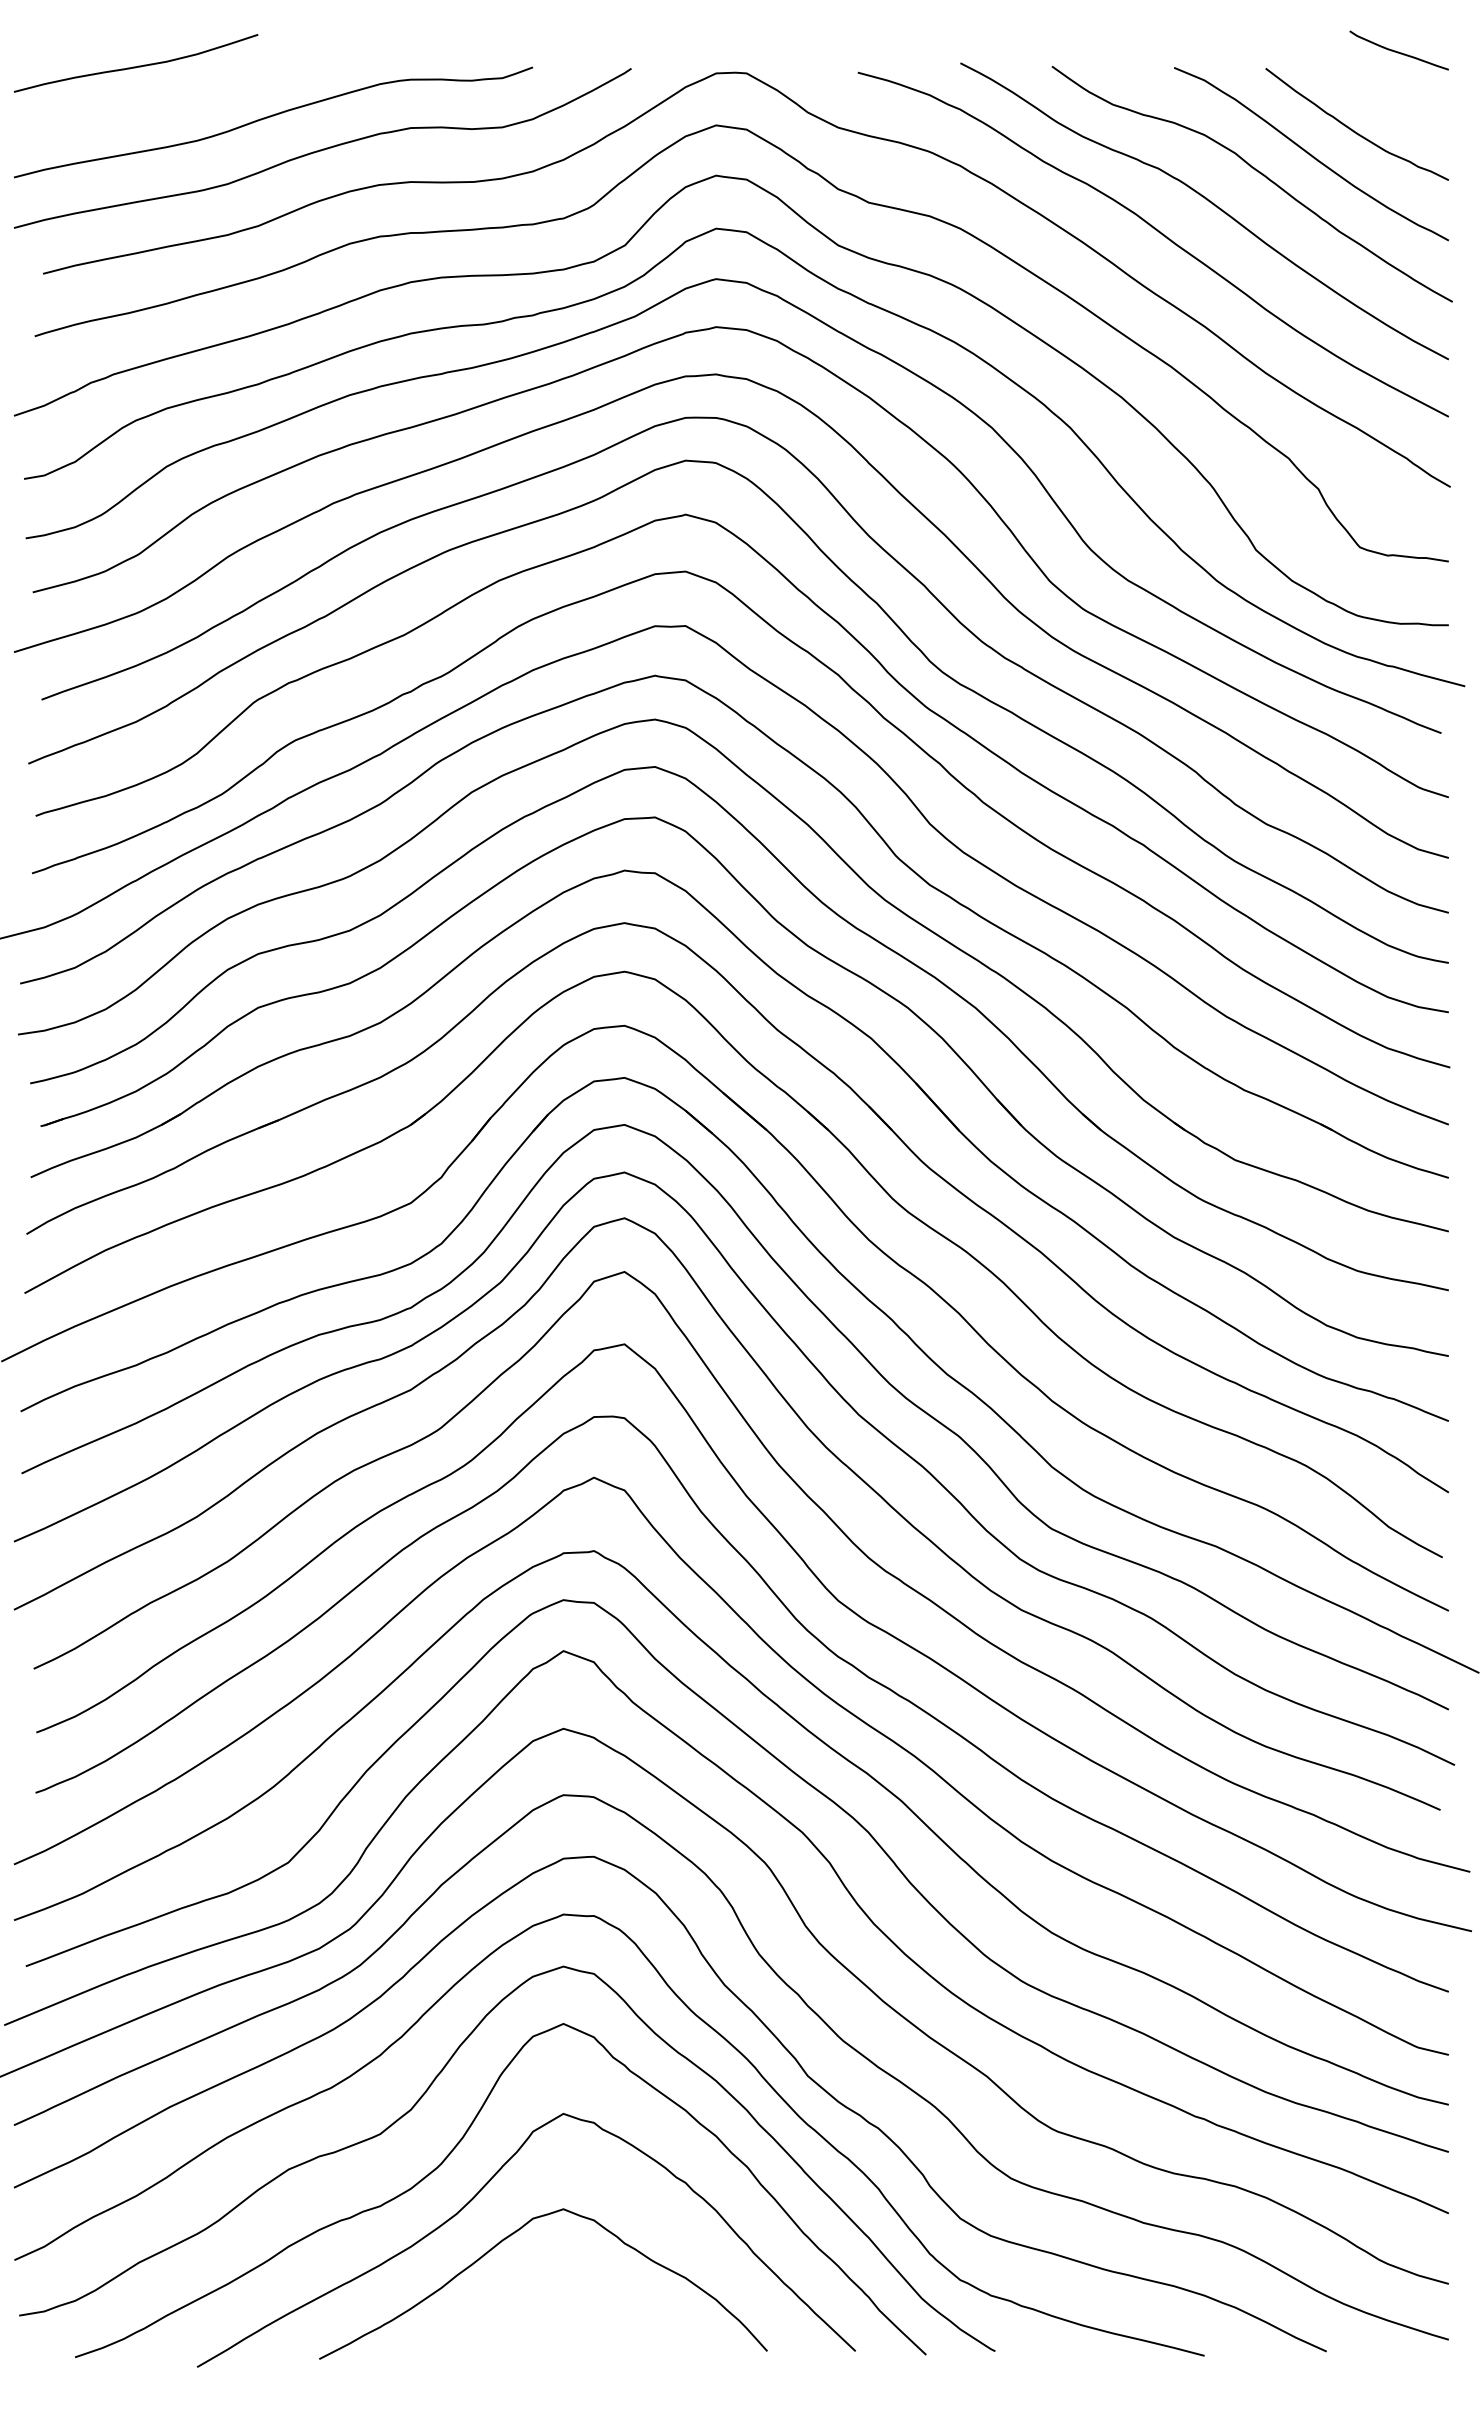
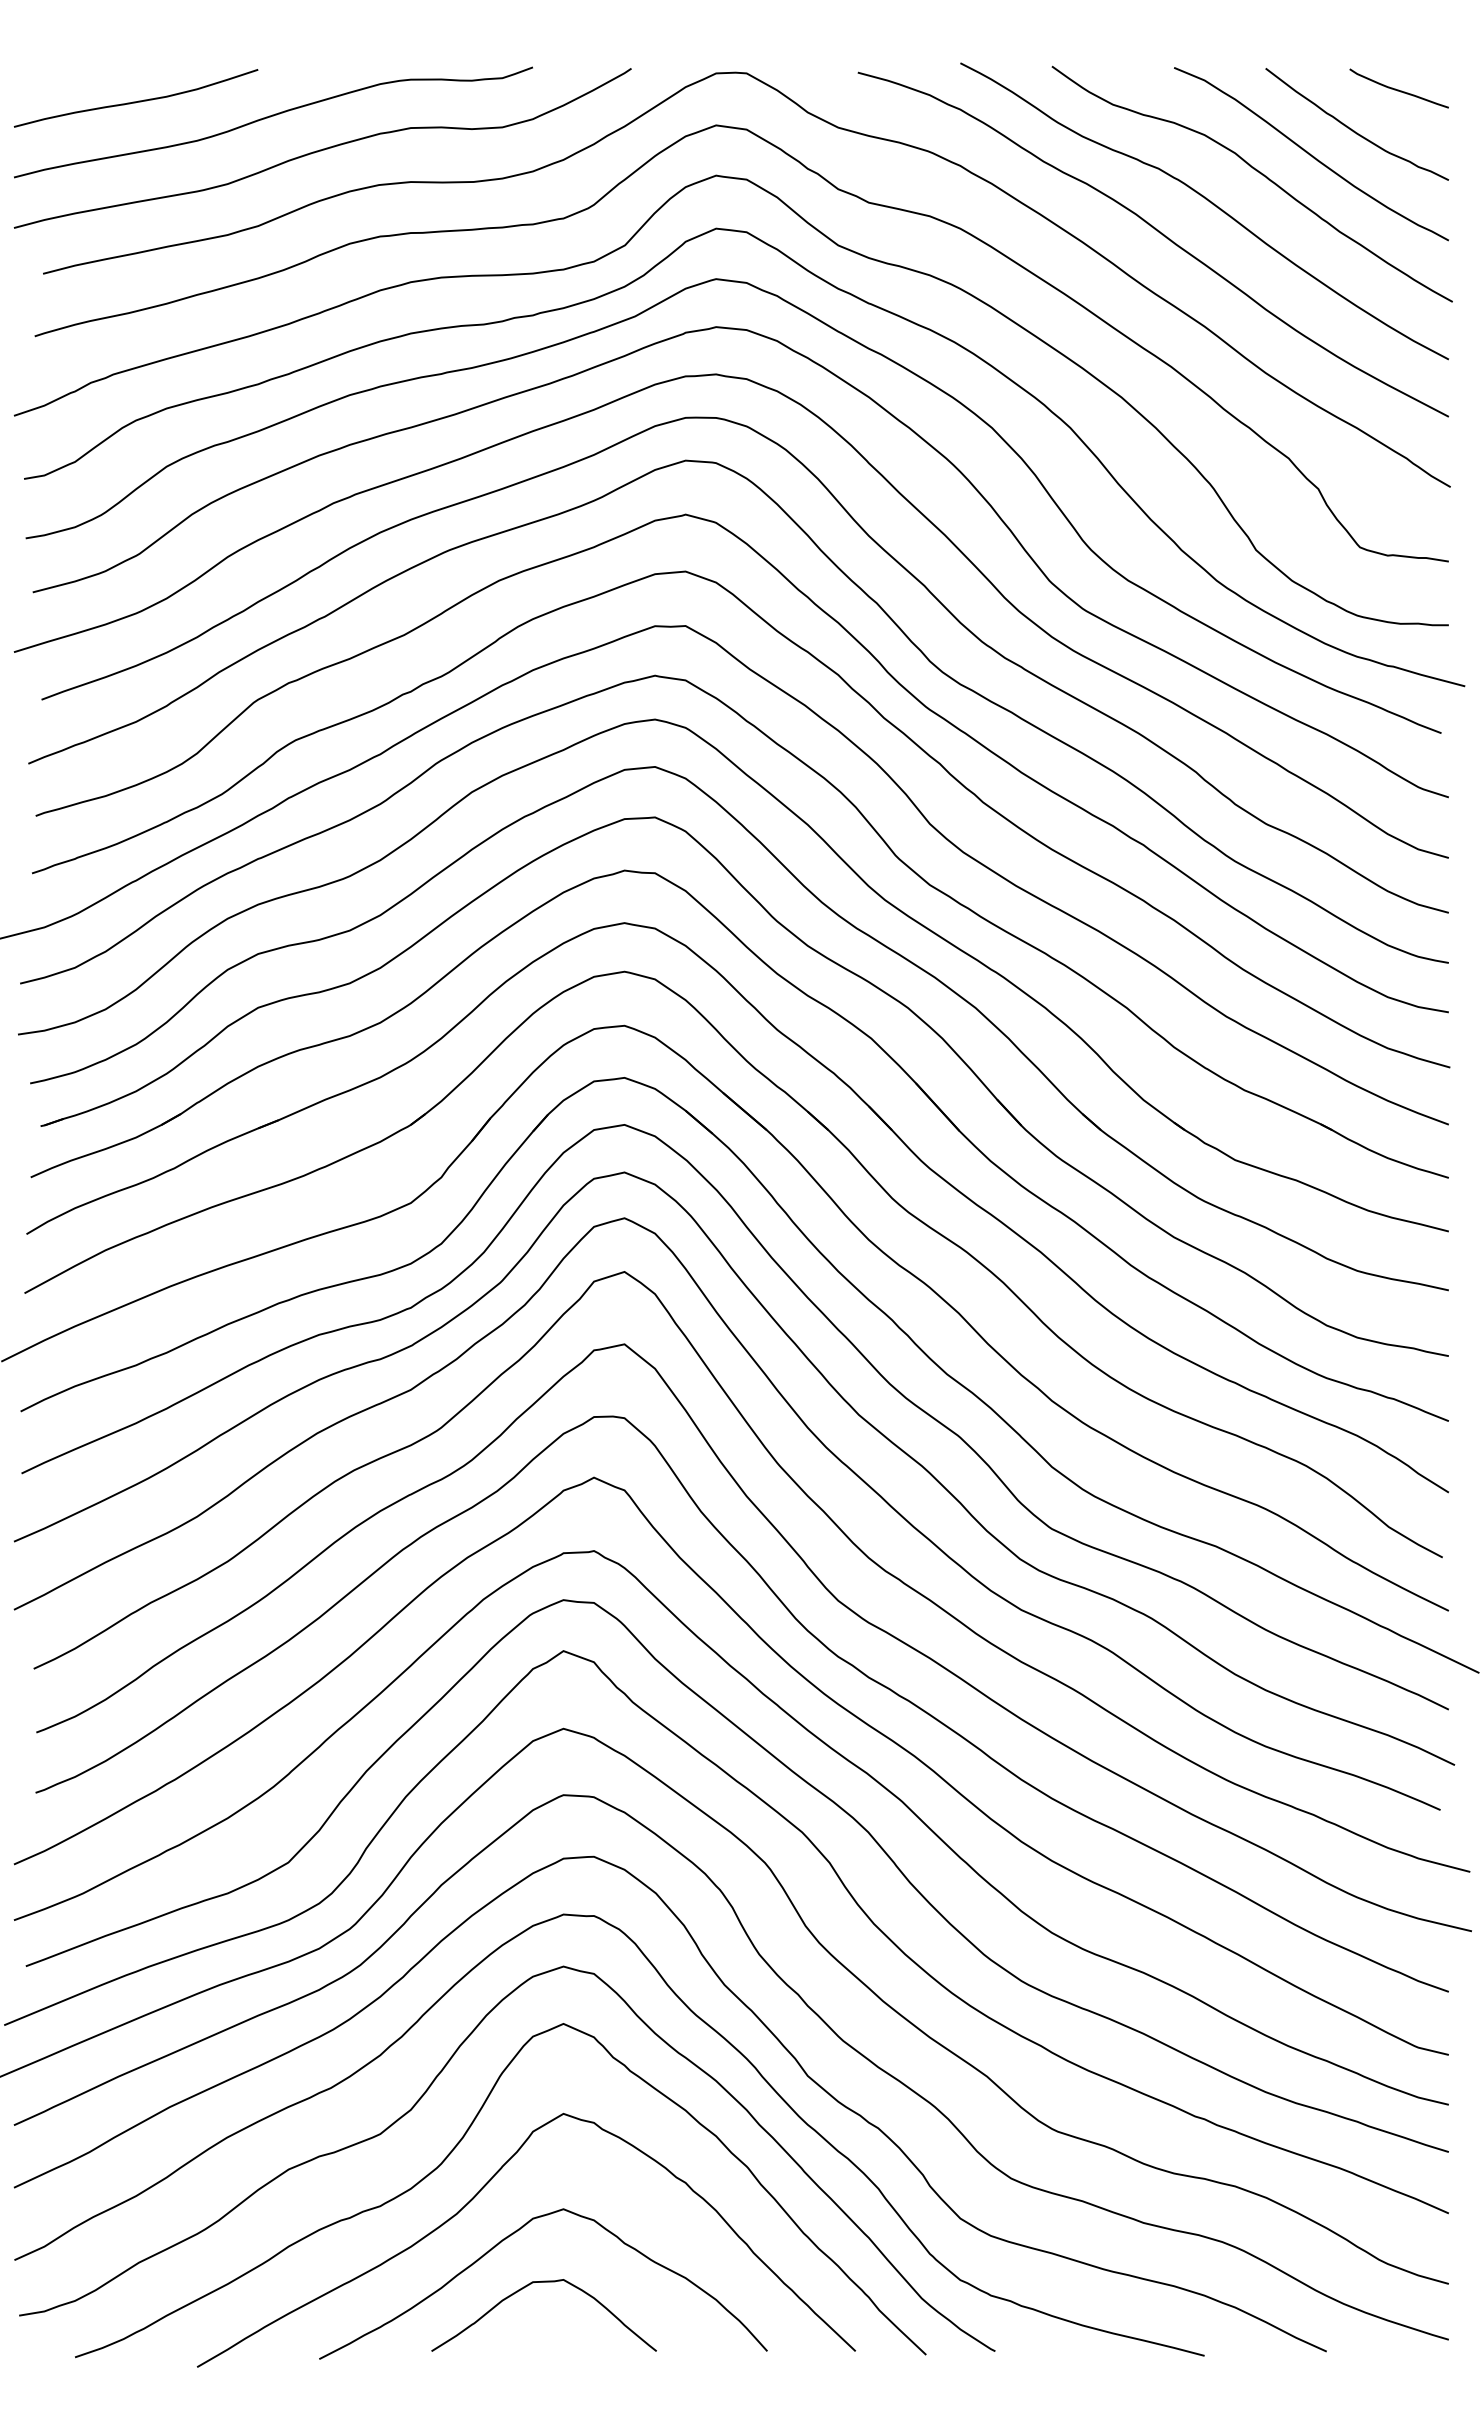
curve at (1398, 51) position: (1398, 51) -> (1398, 89)
curve at (135, 66) position: (135, 66) -> (135, 101)
curve at (526, 2287): none -> present
